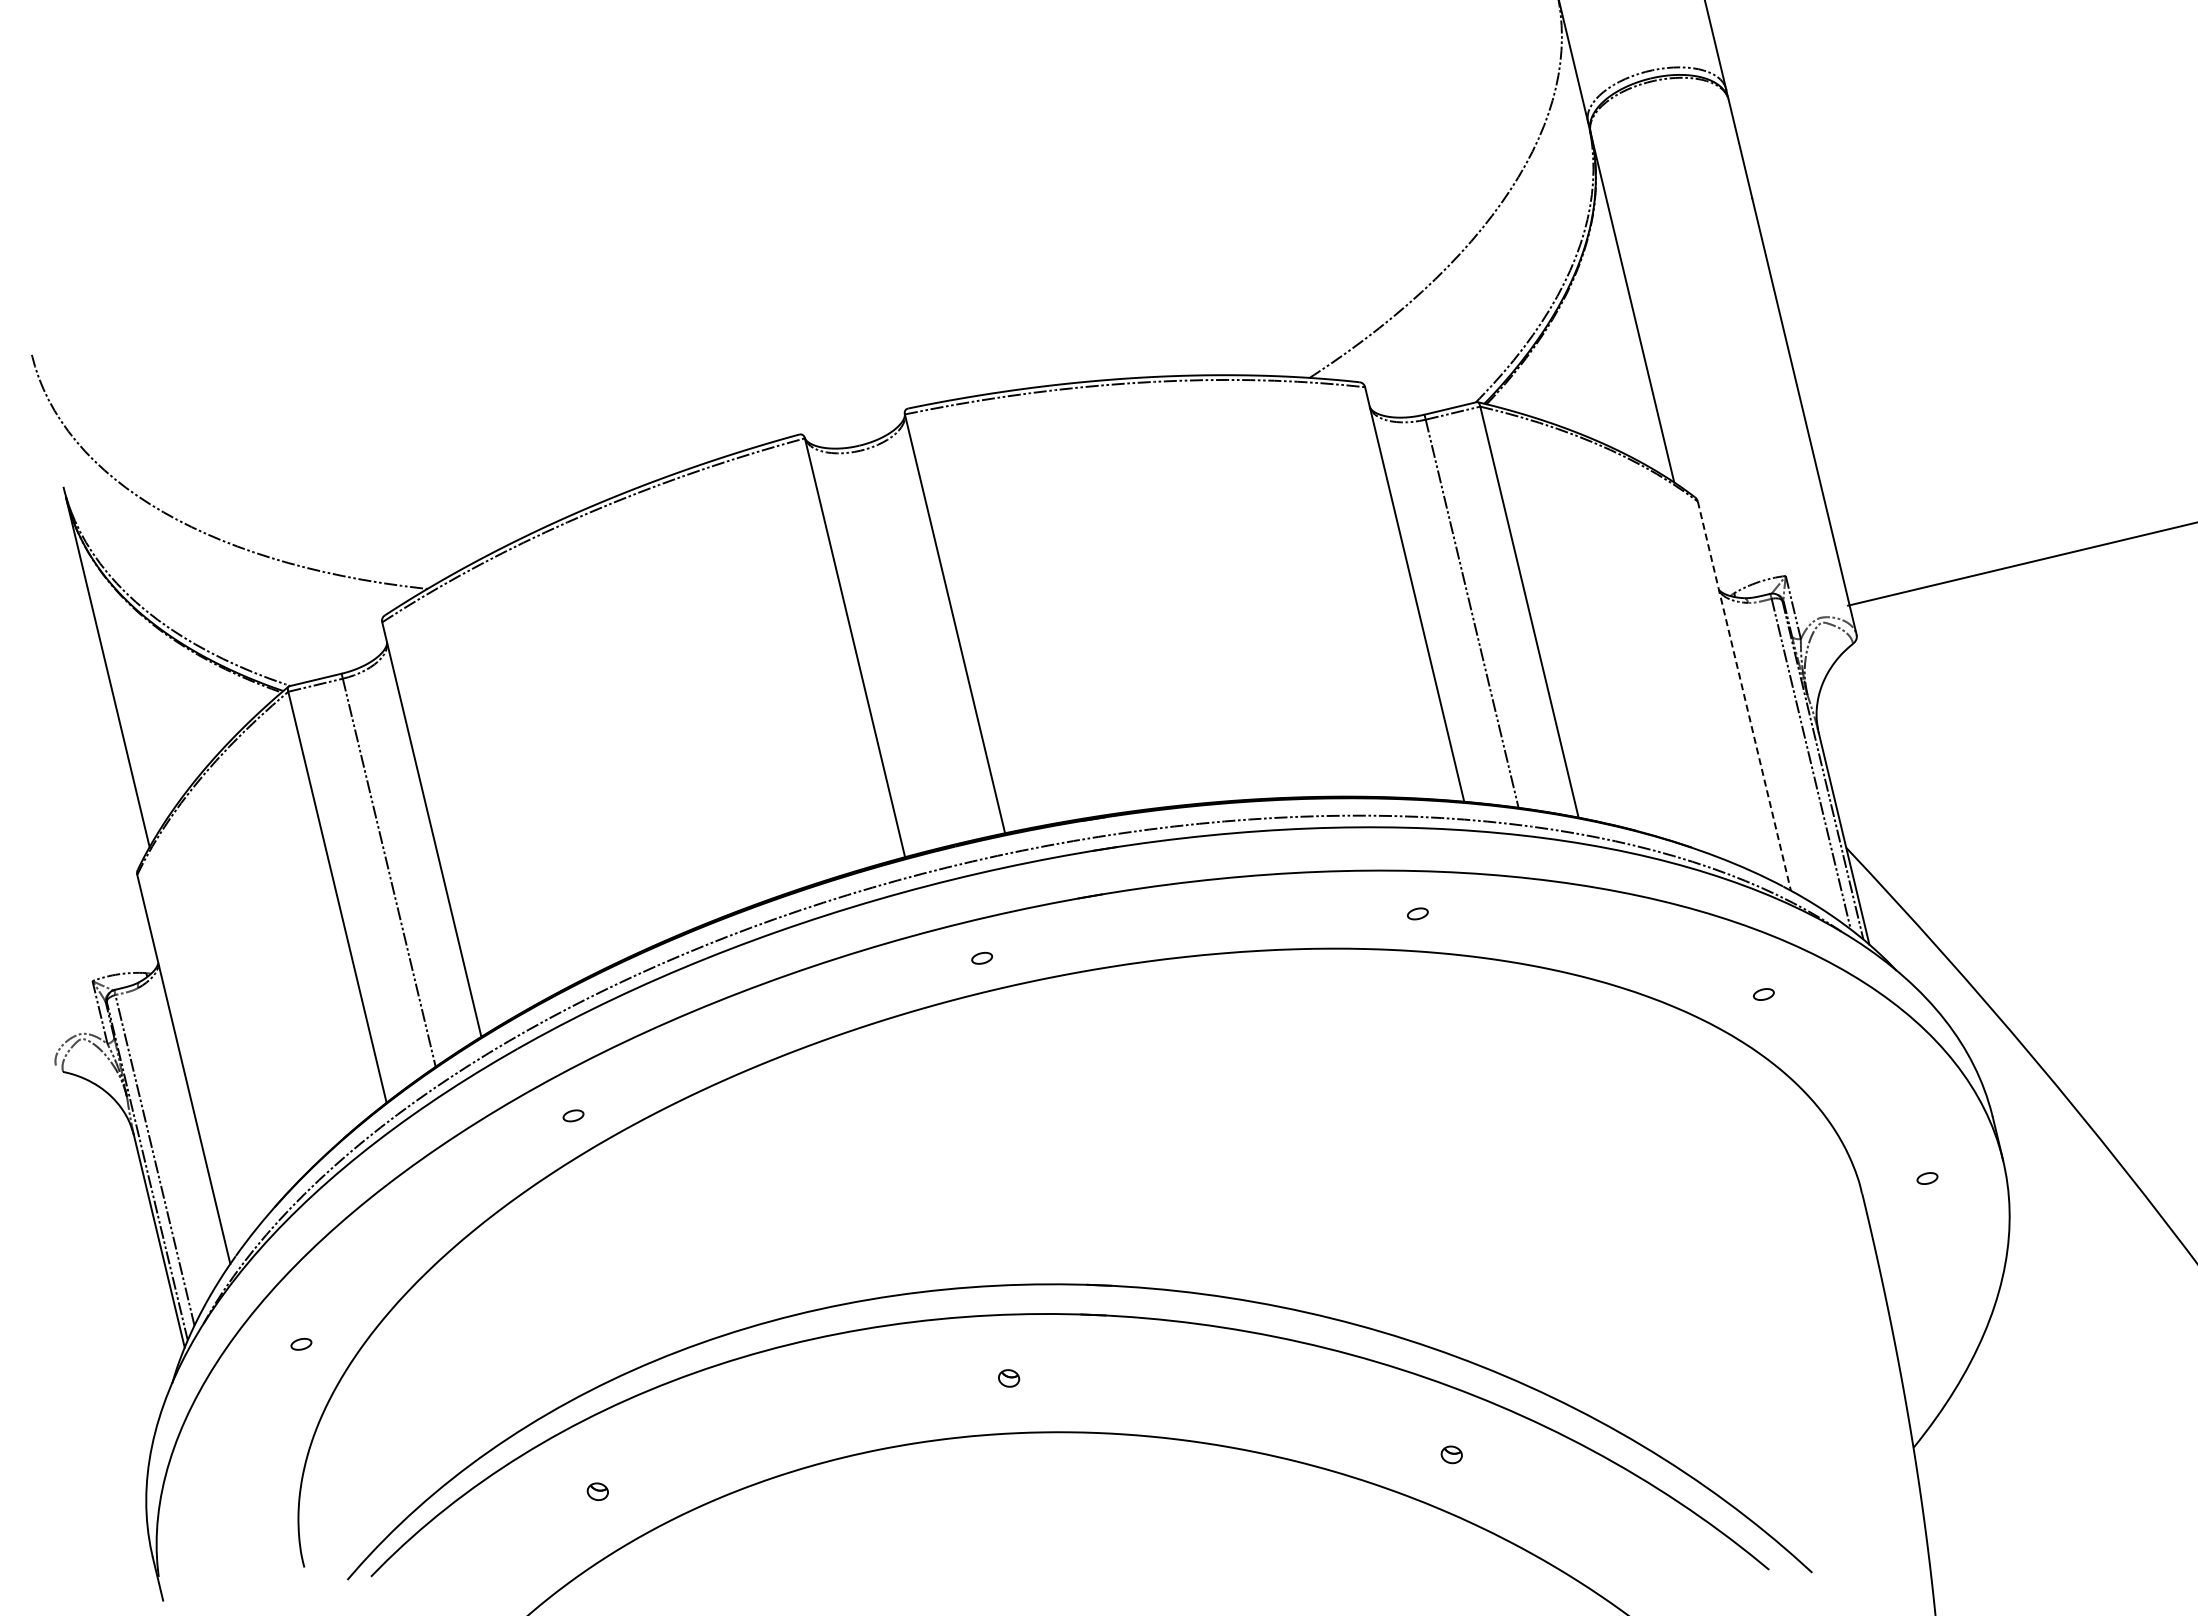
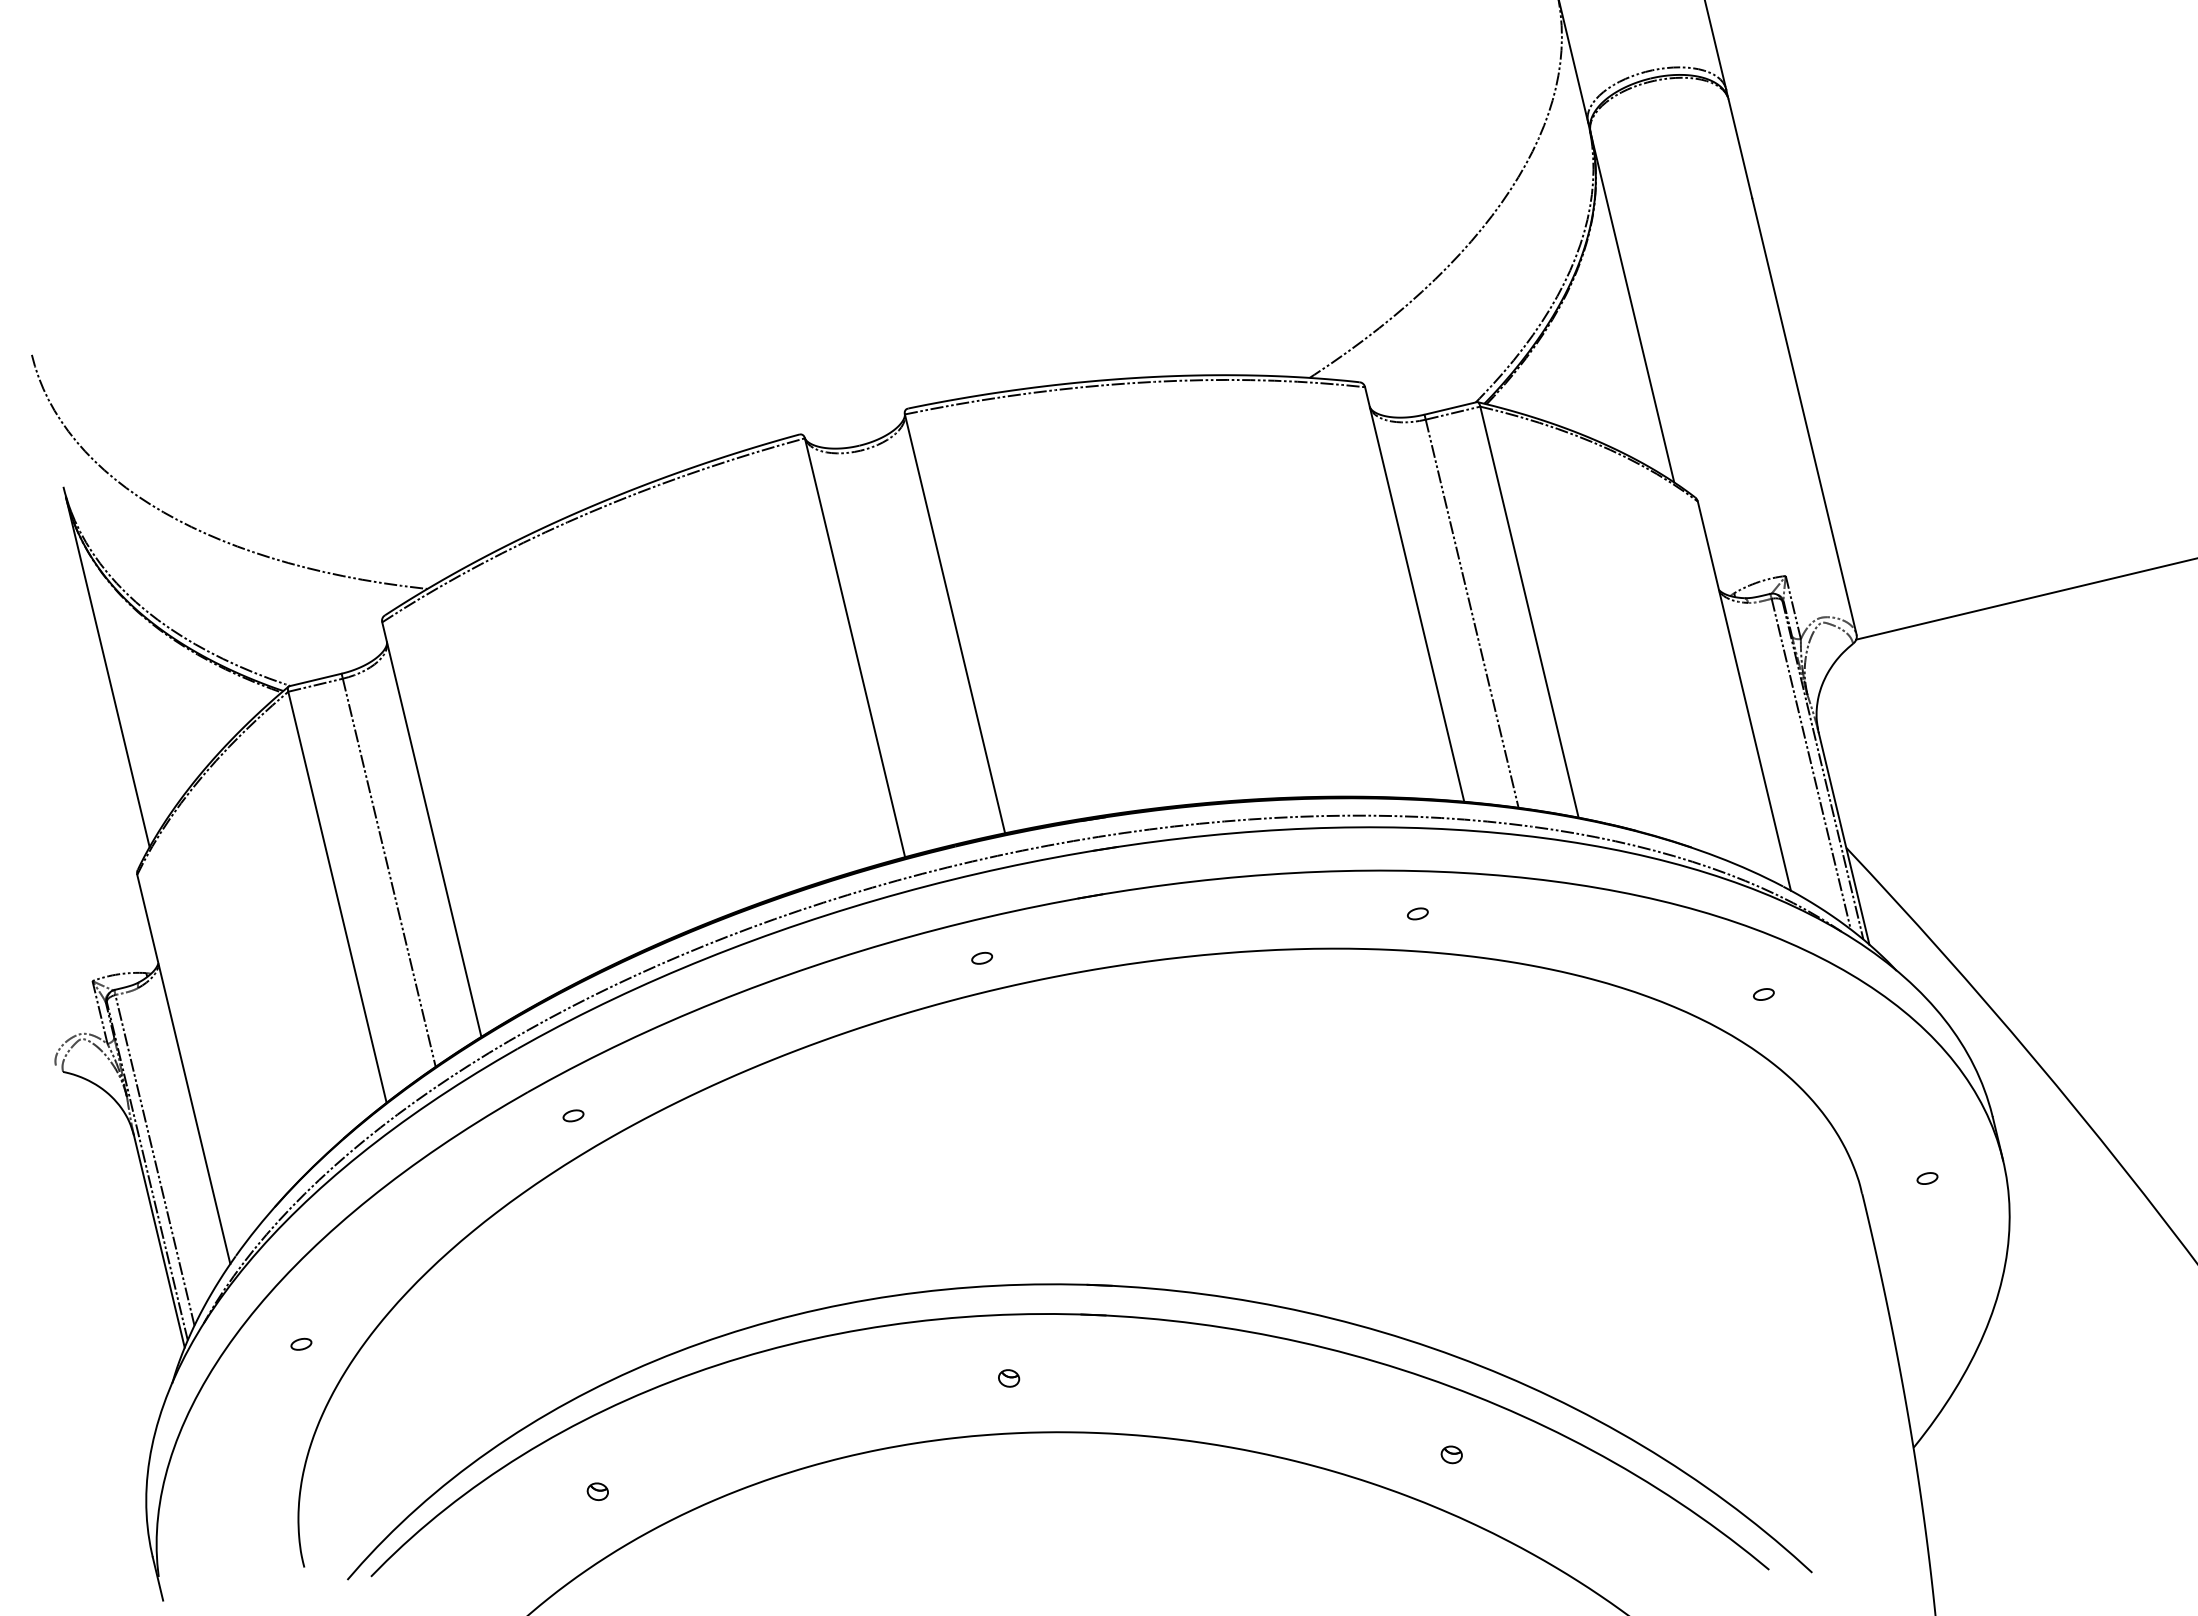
line at (2021, 564) position: (2021, 564) -> (2025, 598)
line at (1744, 696): dashed -> solid
